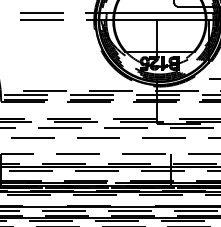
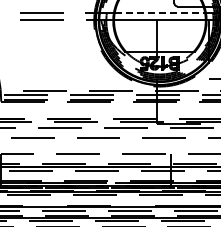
line at (160, 13): solid -> dashed
